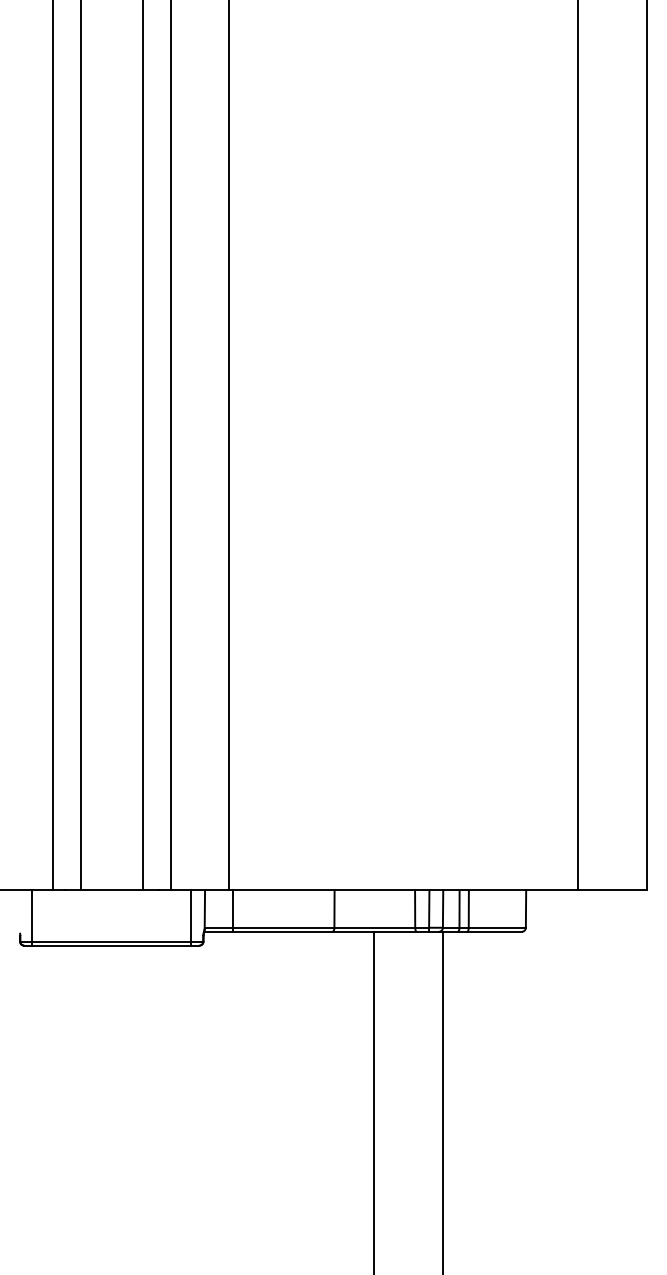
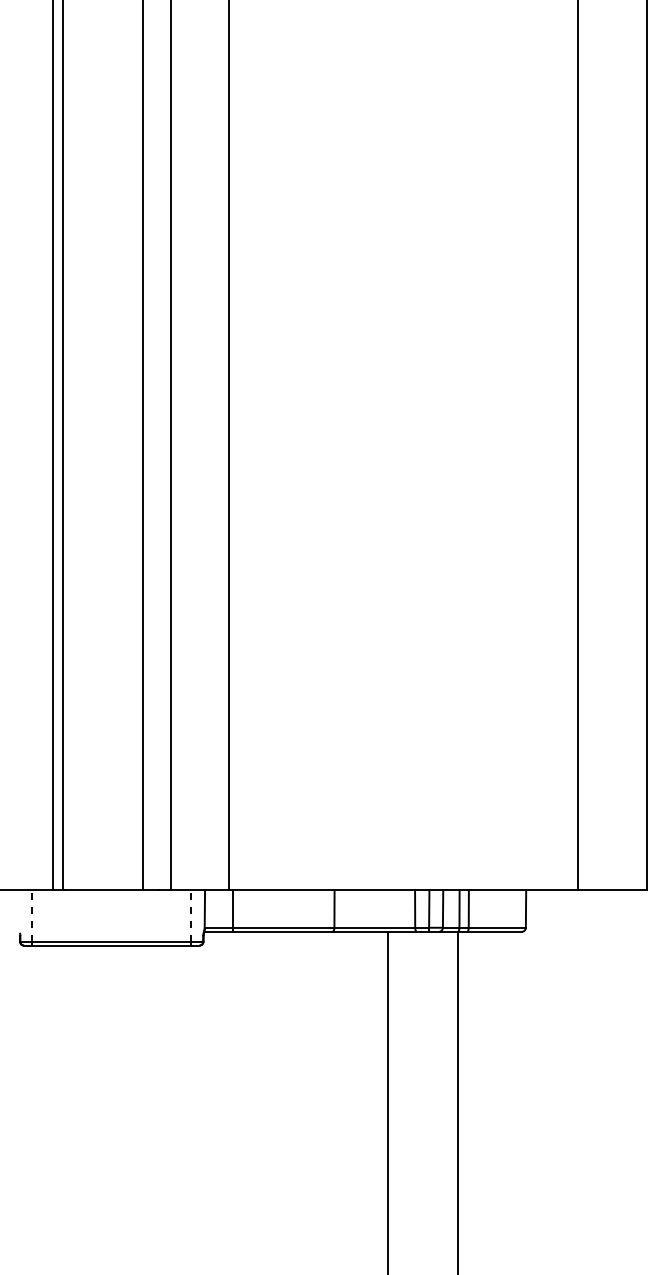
line at (80, 446) position: (80, 446) -> (62, 446)
line at (32, 915): solid -> dashed
line at (191, 915): solid -> dashed
line at (374, 1101) position: (374, 1101) -> (388, 1101)
line at (443, 1101) position: (443, 1101) -> (458, 1101)
